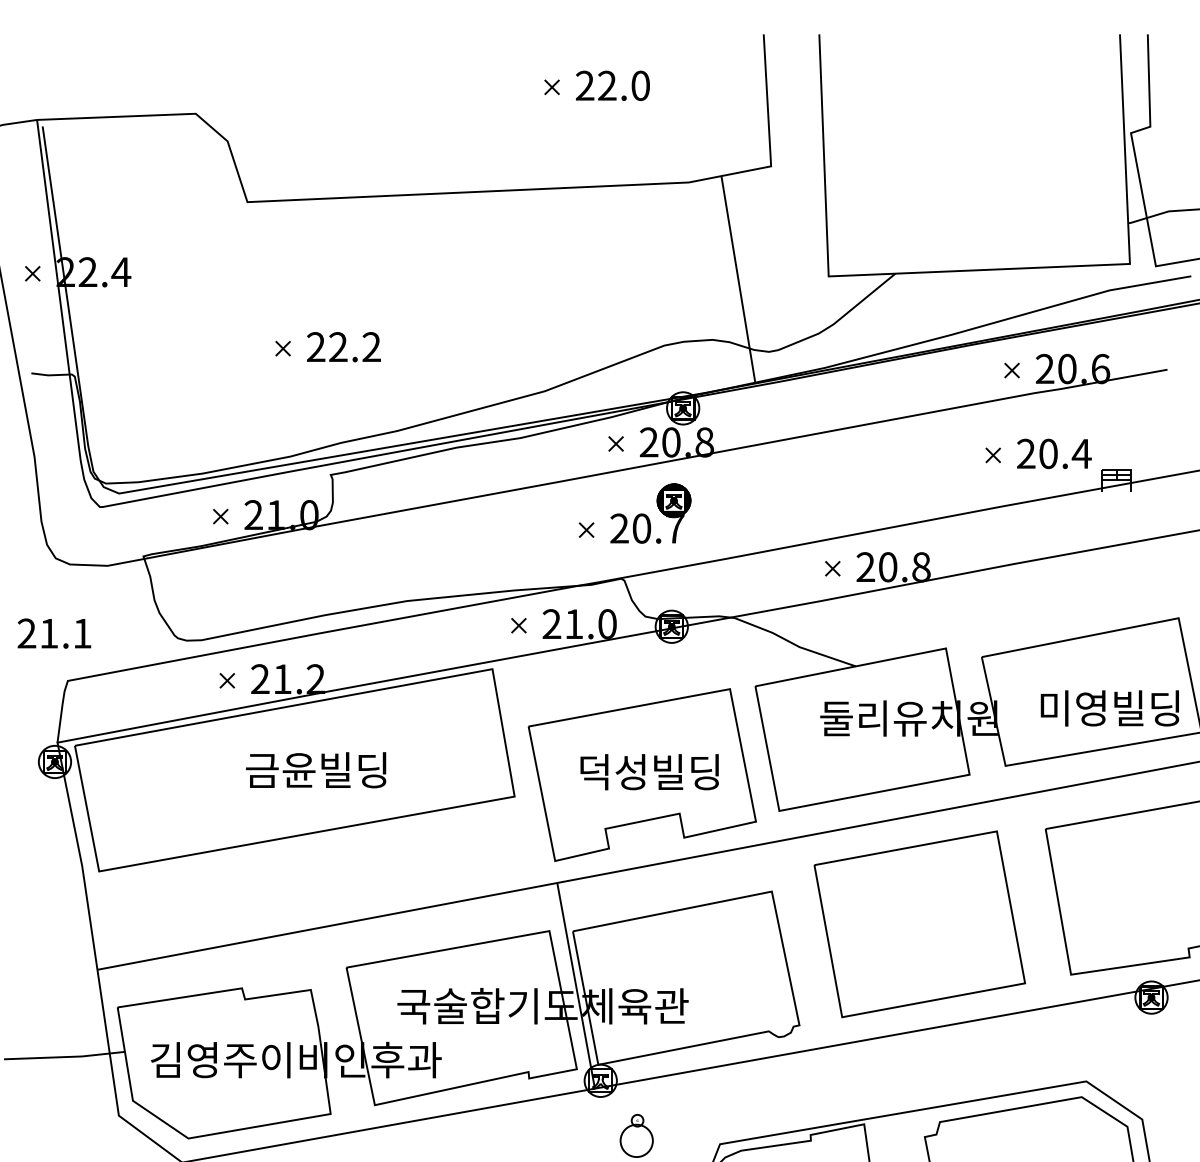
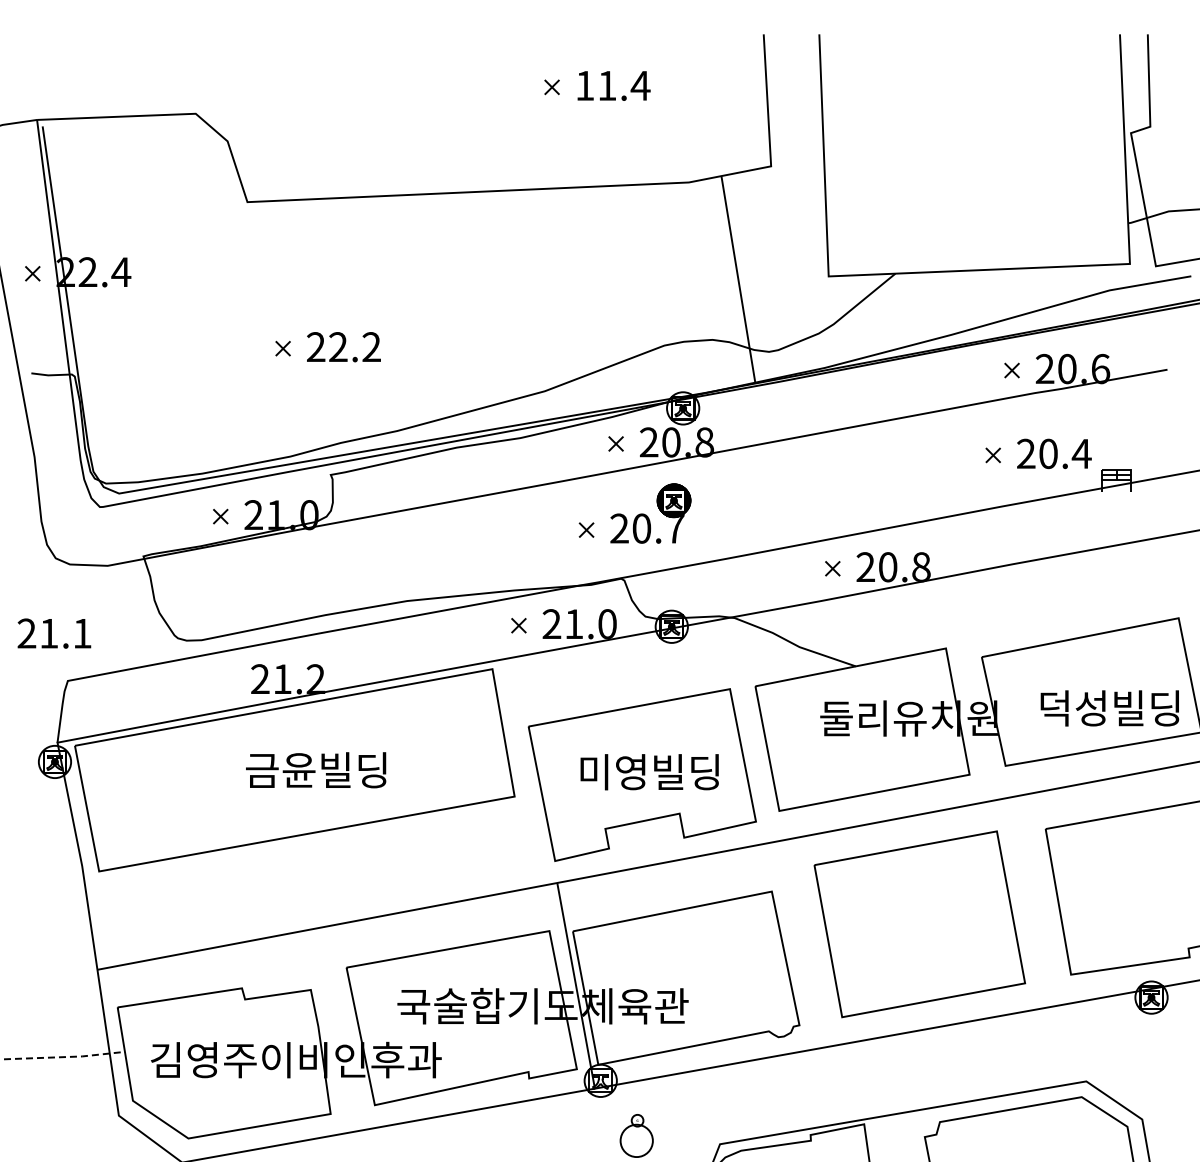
text at (612, 85): 22.0 -> 11.4
part at (227, 680): present -> none
text at (1072, 708): 미영빌딩 -> 덕성빌딩
text at (611, 771): 덕성빌딩 -> 미영빌딩
line at (65, 1057): solid -> dashed
